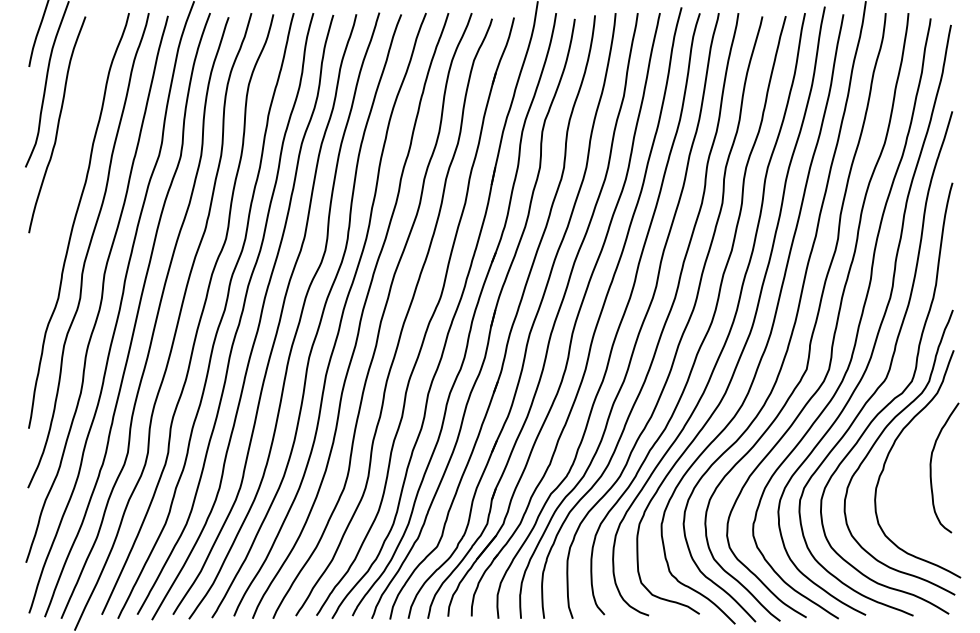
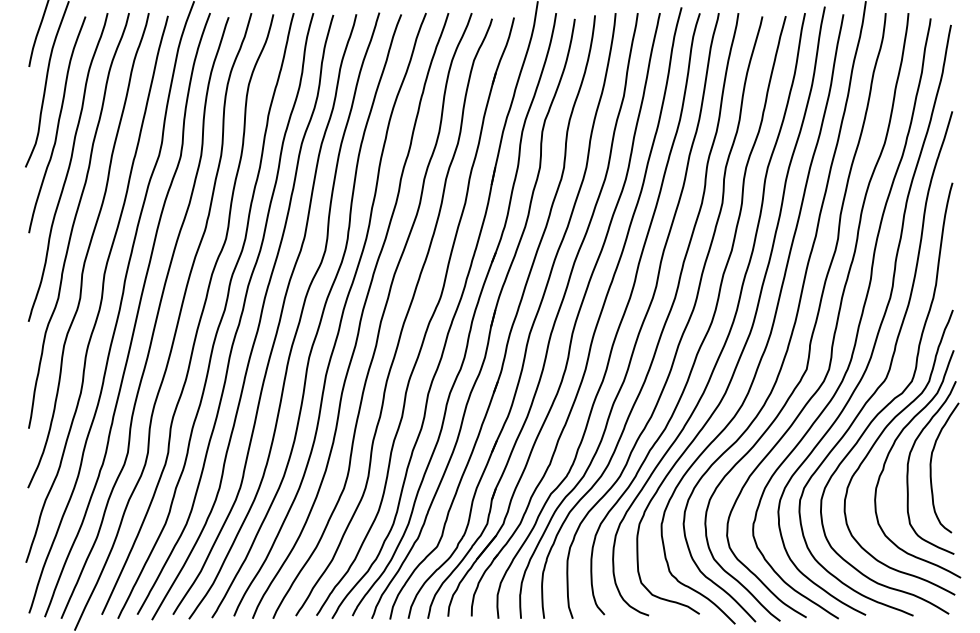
curve at (68, 167): none -> present
curve at (909, 462): none -> present
